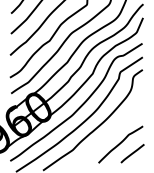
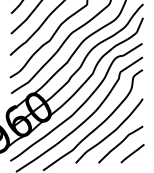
curve at (111, 132): none -> present
